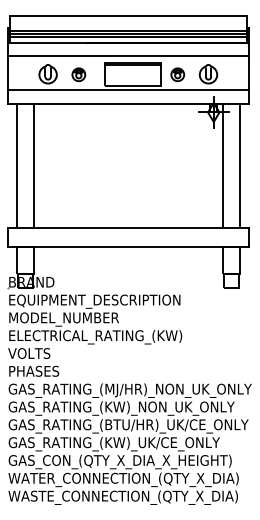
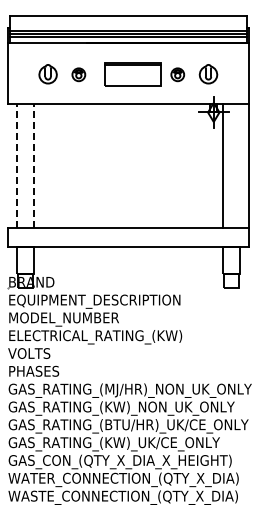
line at (127, 56): present -> none
line at (127, 89): present -> none
line at (16, 166): solid -> dashed
line at (33, 166): solid -> dashed
line at (239, 166) position: (239, 166) -> (248, 166)
